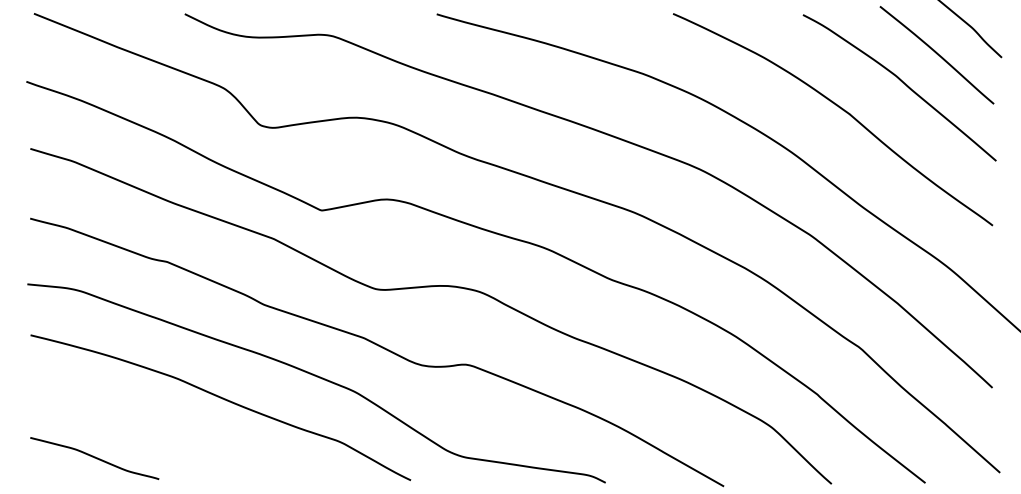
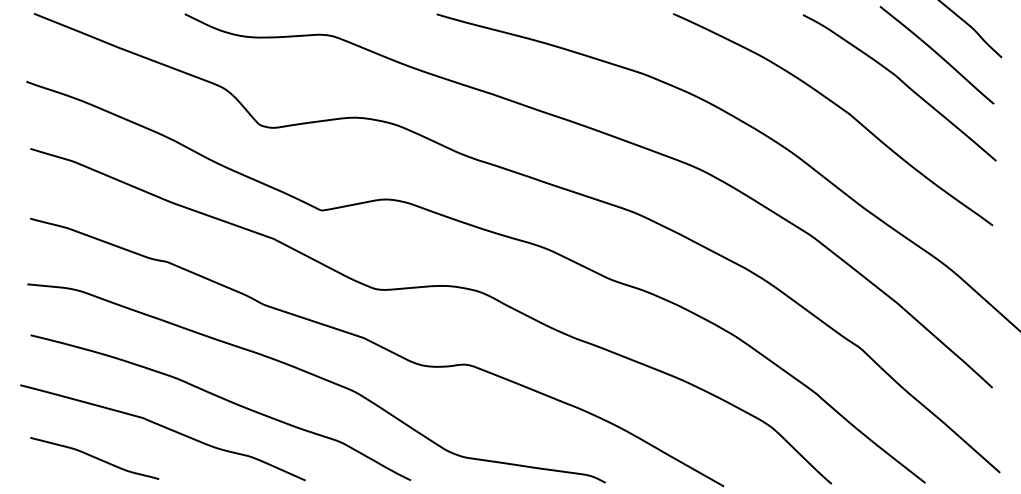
curve at (164, 428): none -> present
